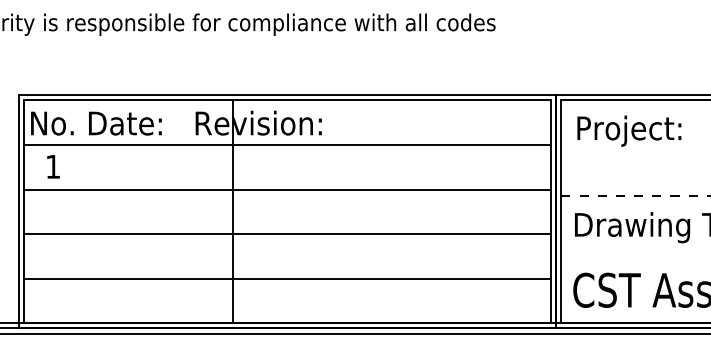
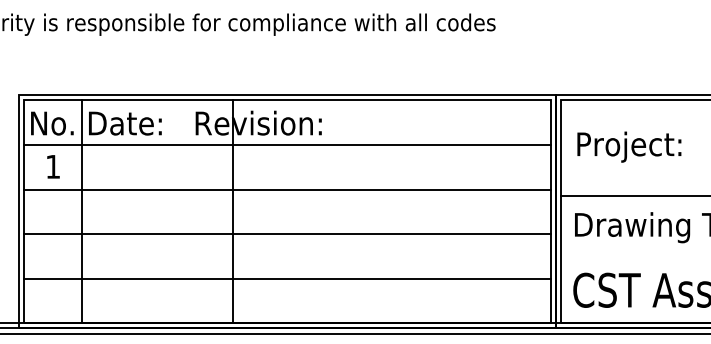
text at (629, 130) position: (629, 130) -> (629, 146)
line at (636, 195): dashed -> solid
line at (81, 211): none -> present
